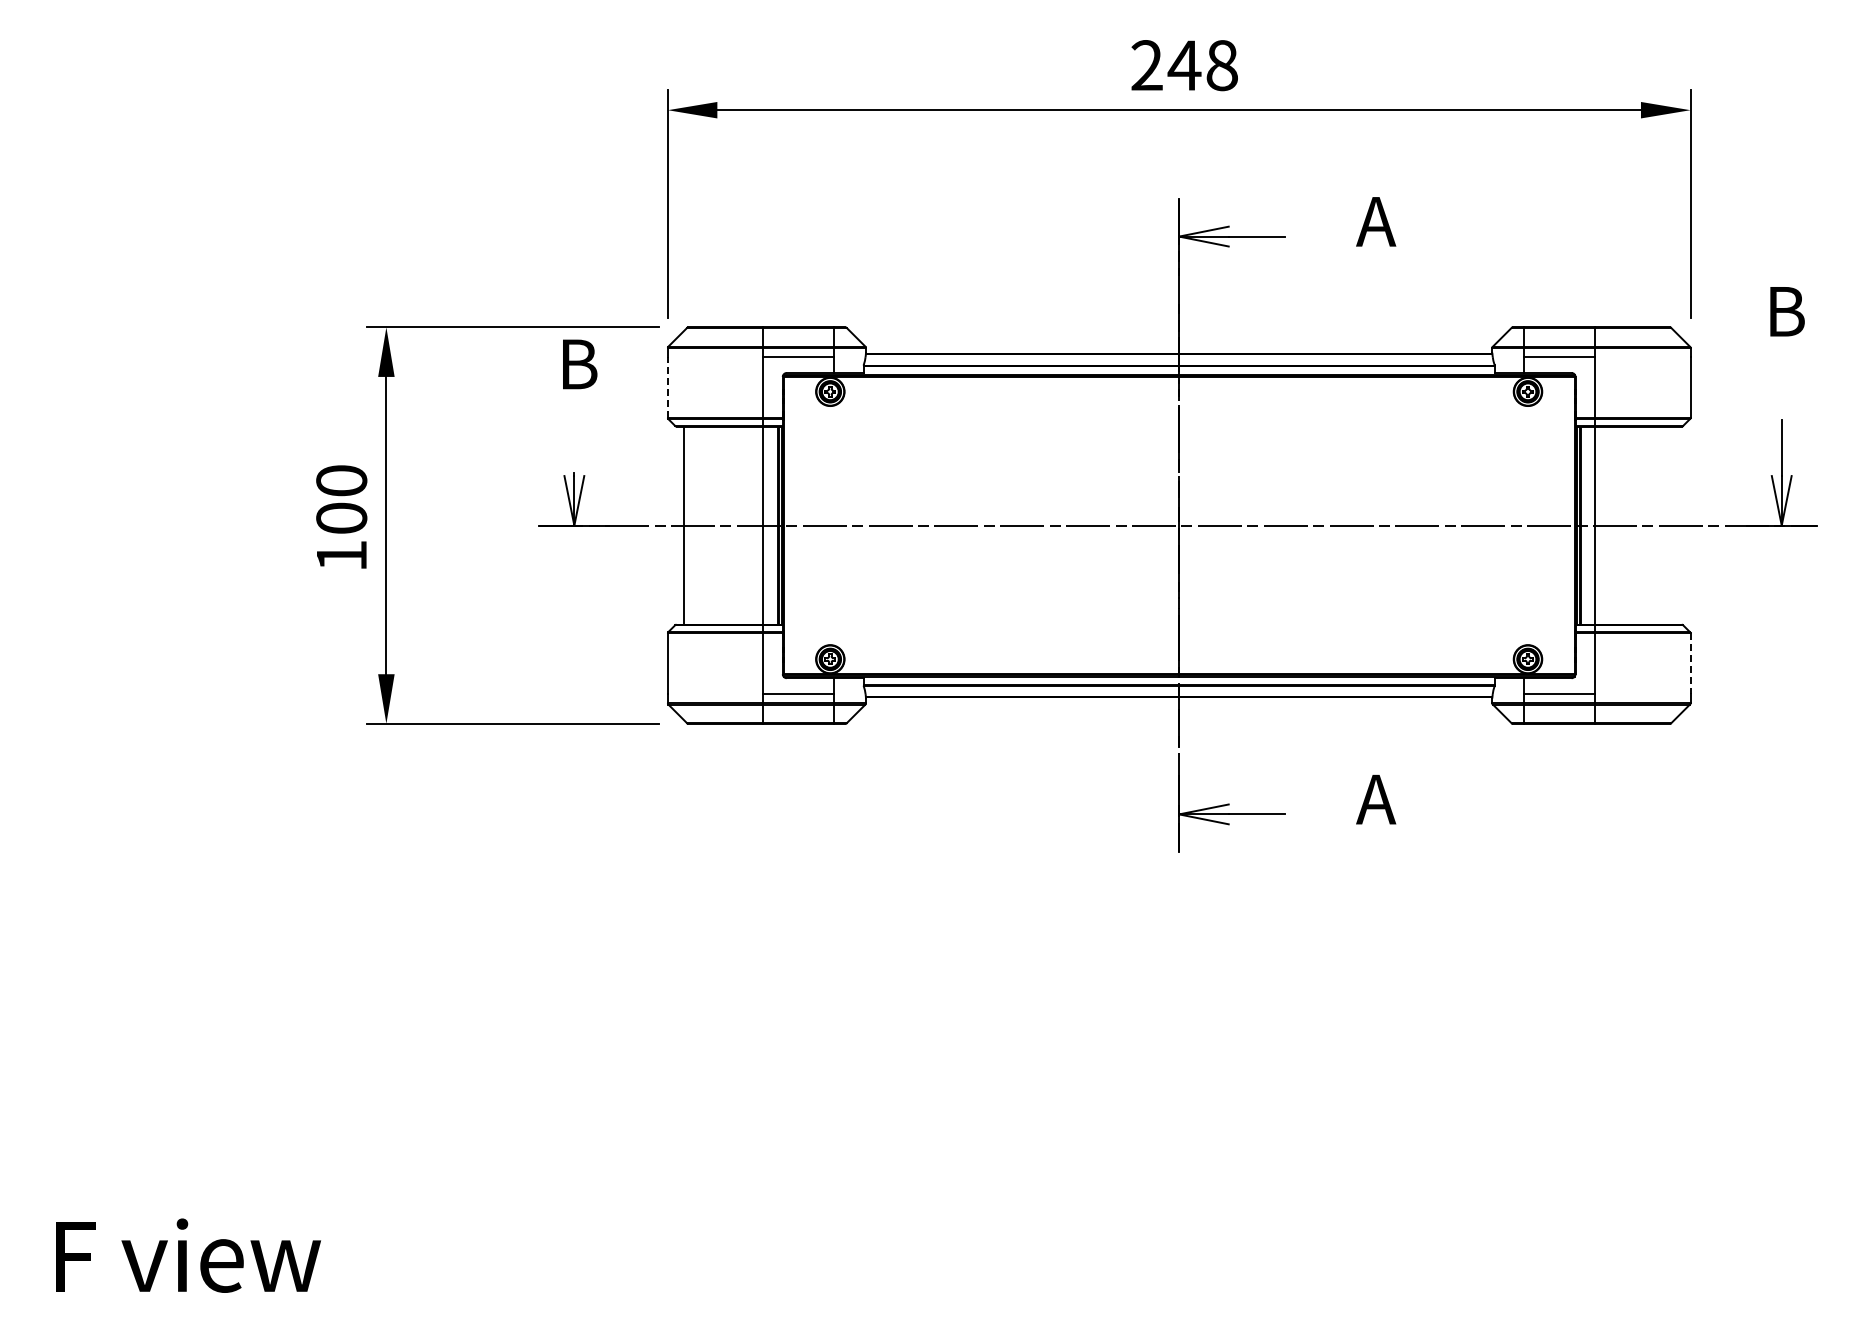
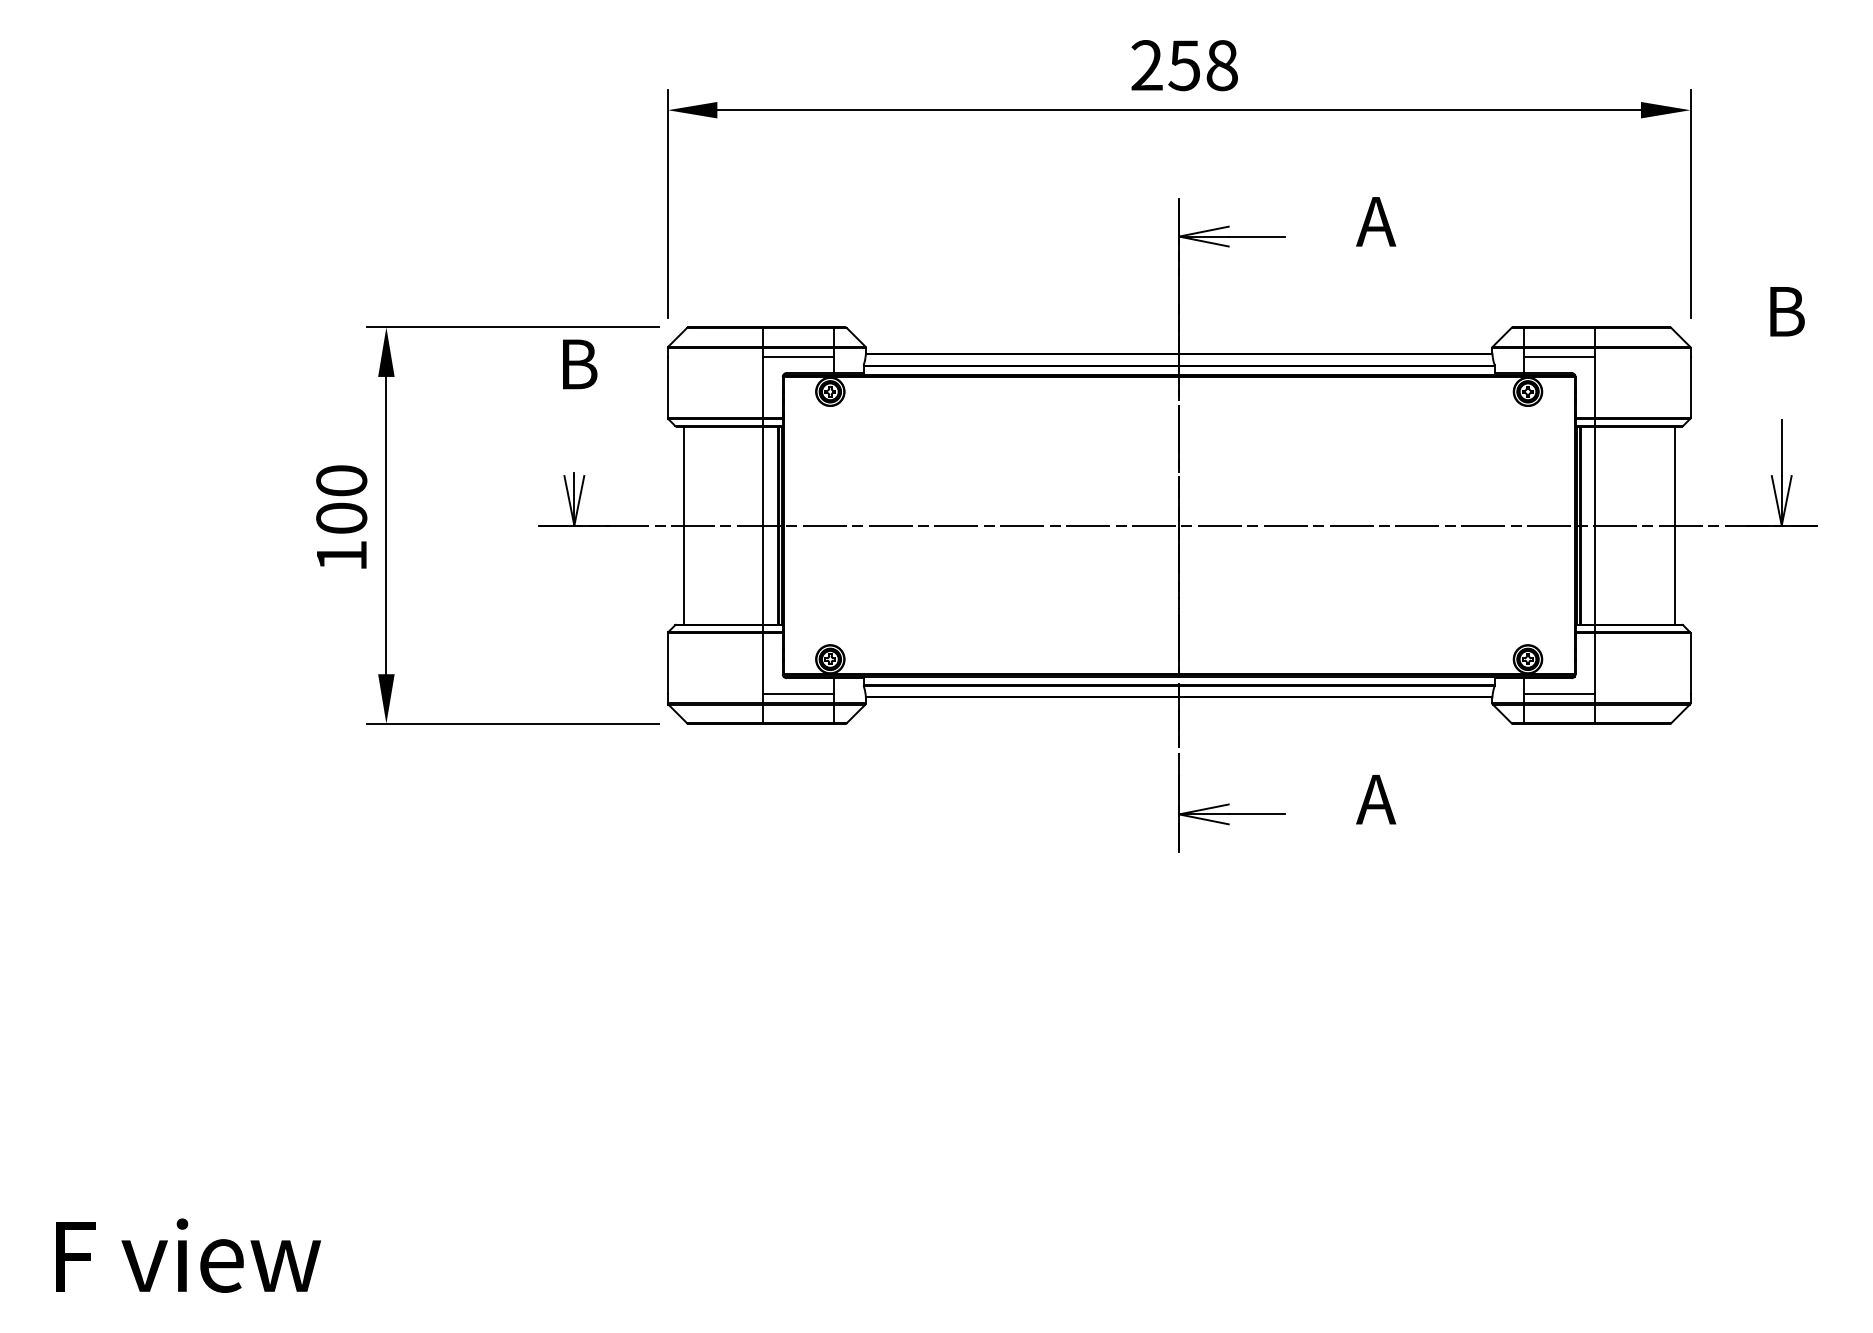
text at (1184, 65): 248 -> 258
line at (667, 386): dashed -> solid
line at (1674, 525): none -> present
line at (1690, 664): dashed -> solid
